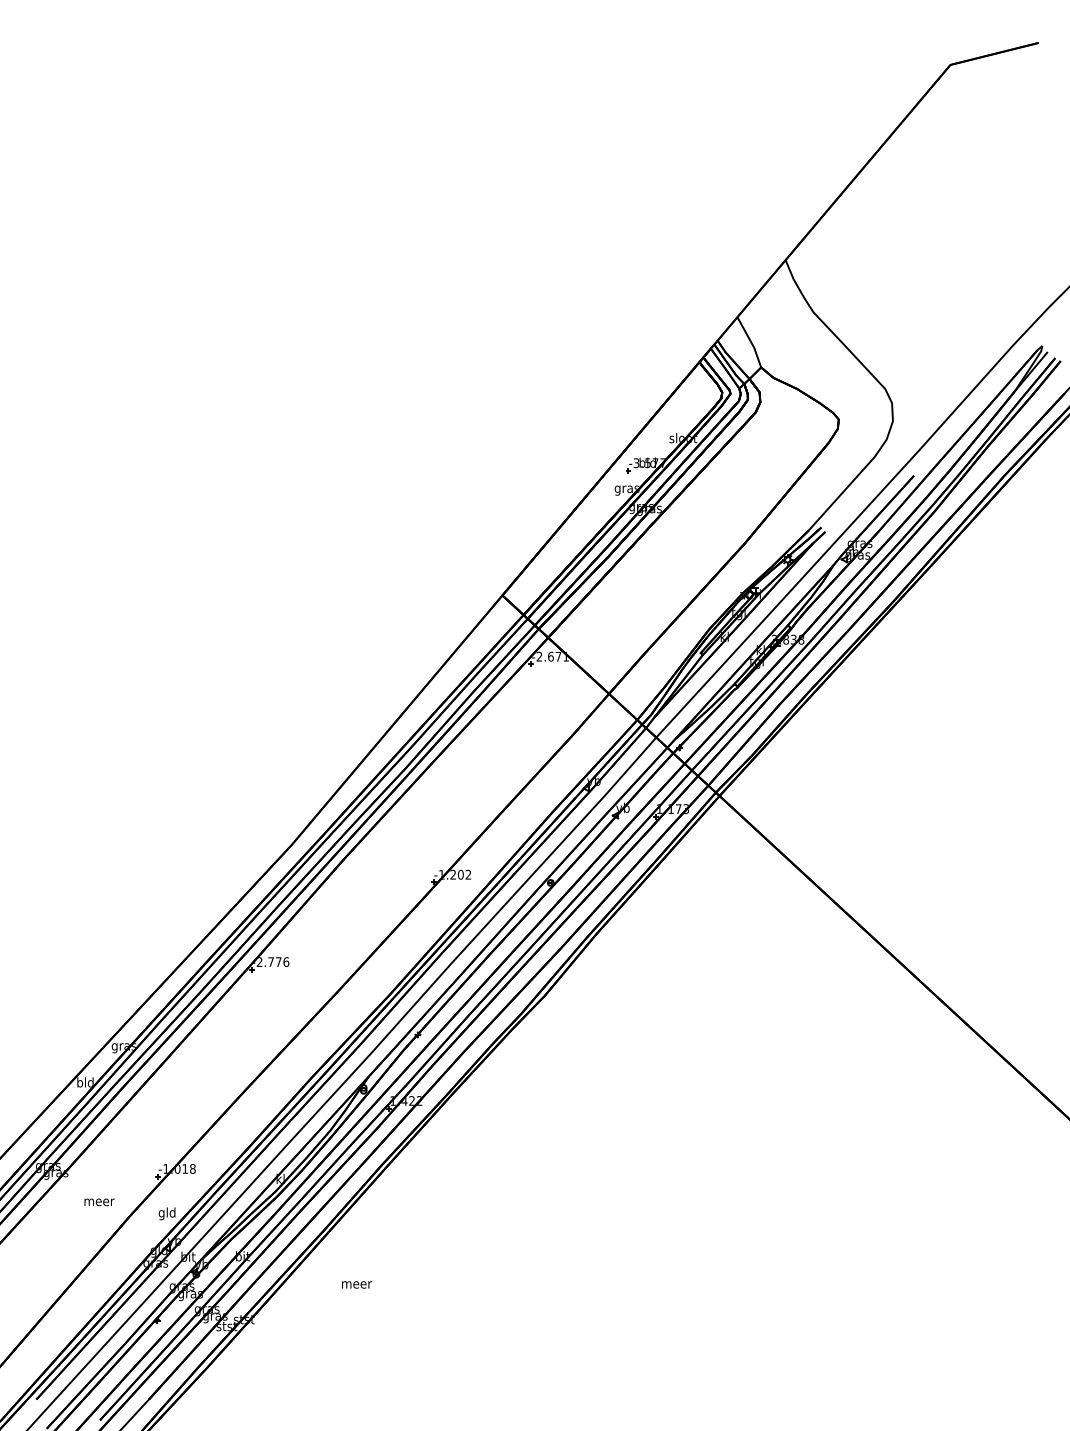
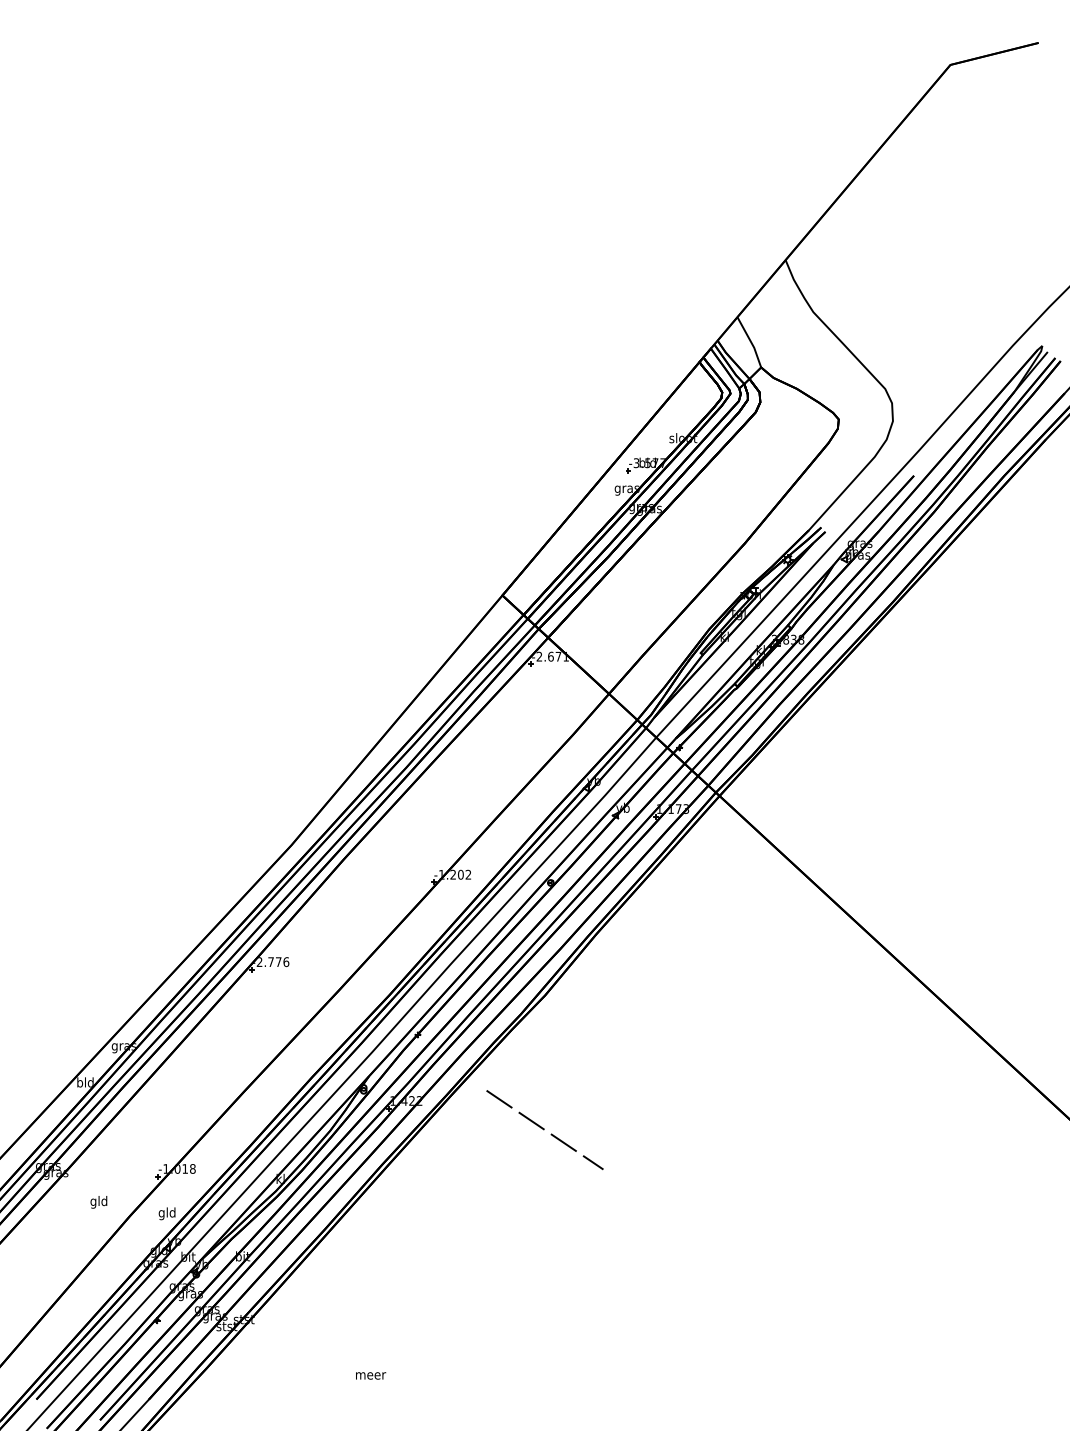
line at (544, 1129): none -> present
text at (99, 1202): meer -> gld
text at (357, 1284) position: (357, 1284) -> (371, 1375)
